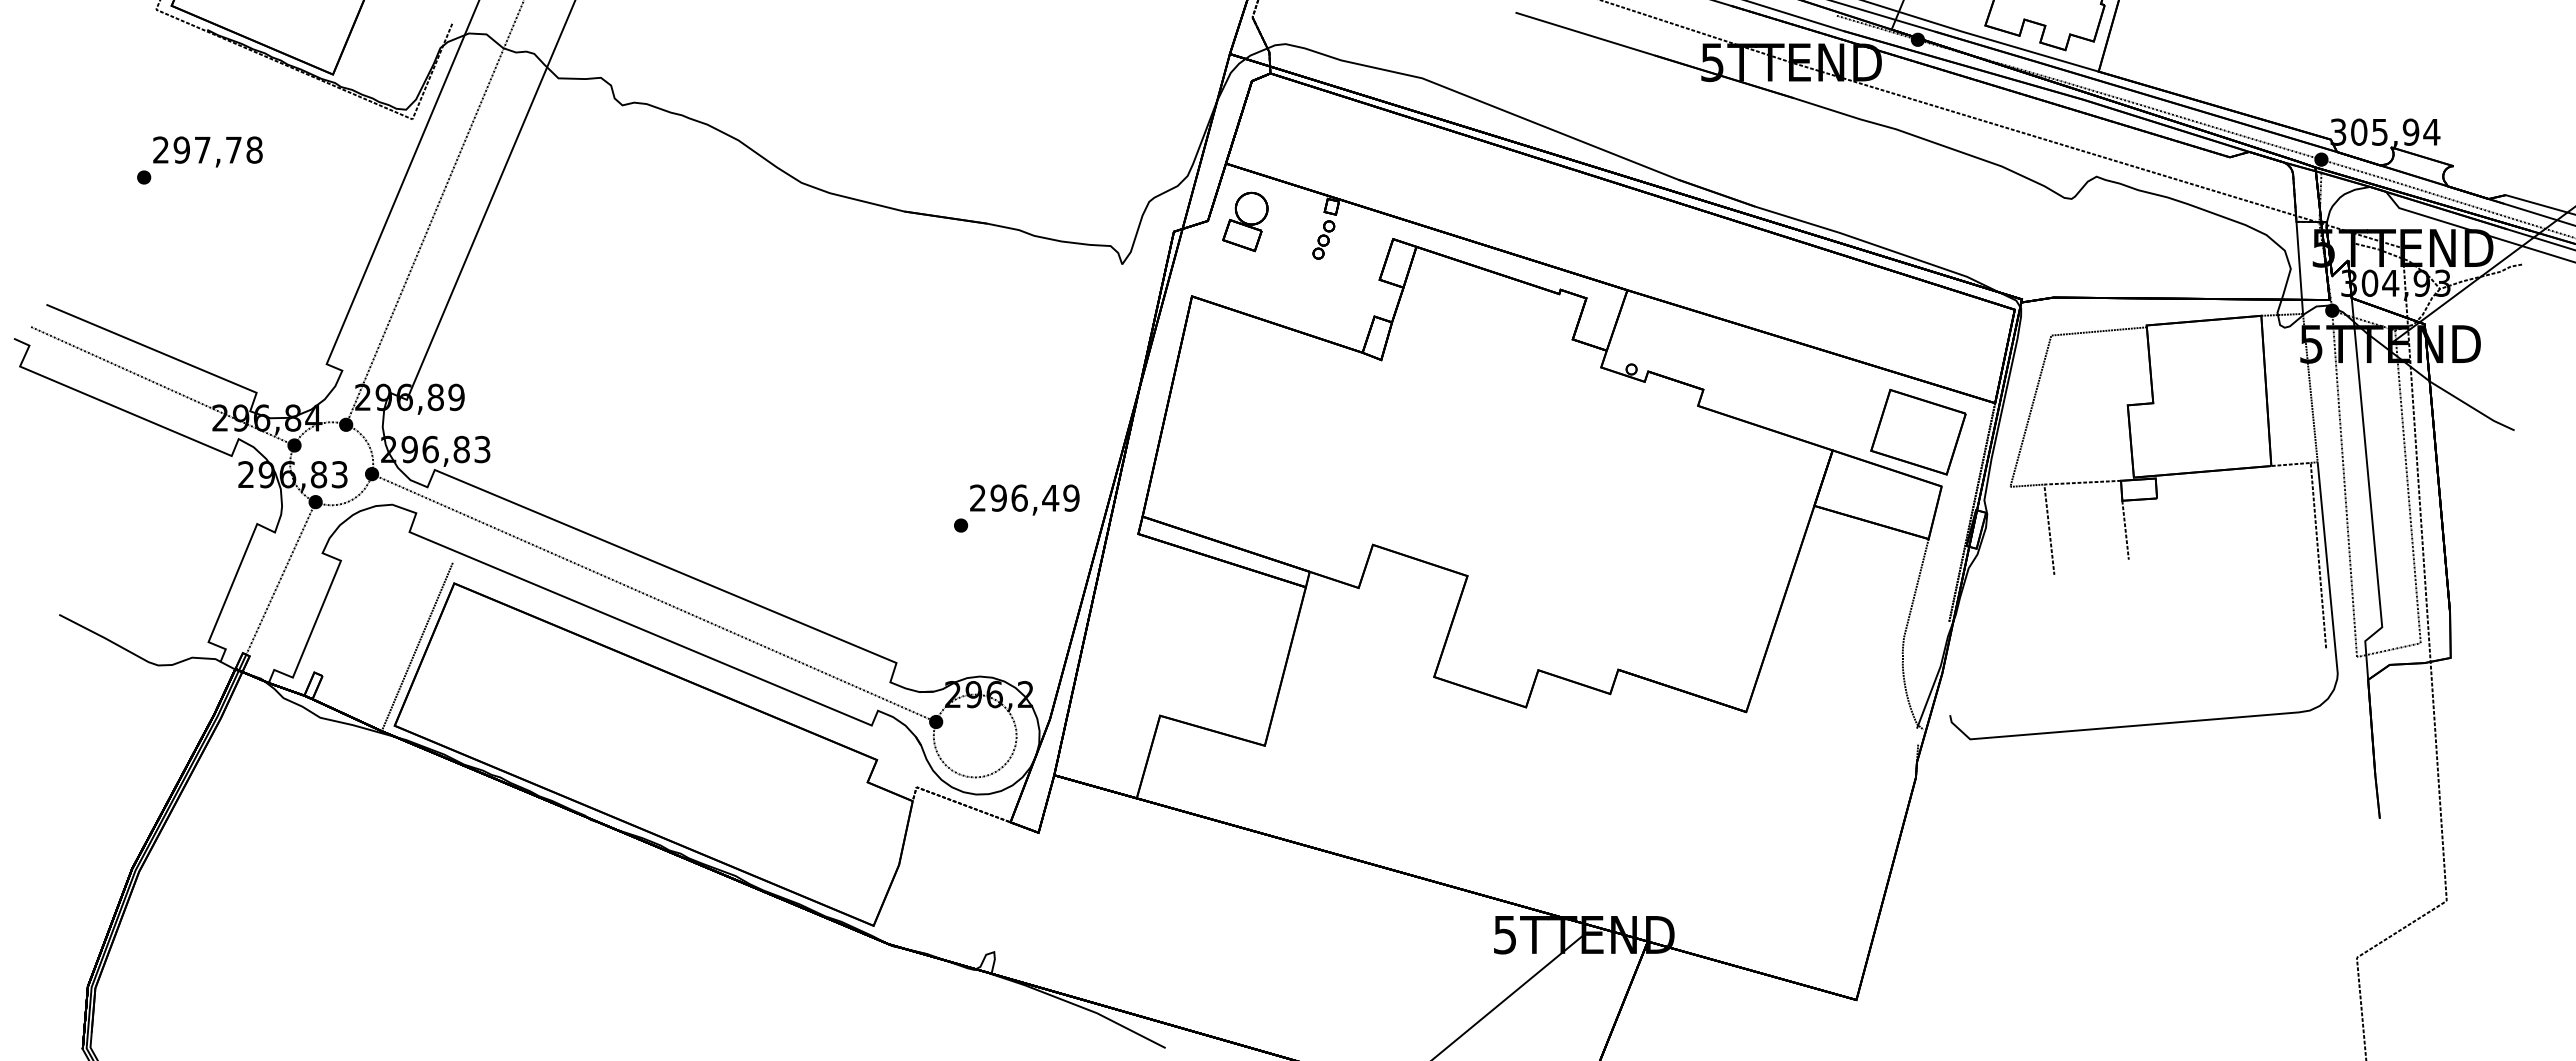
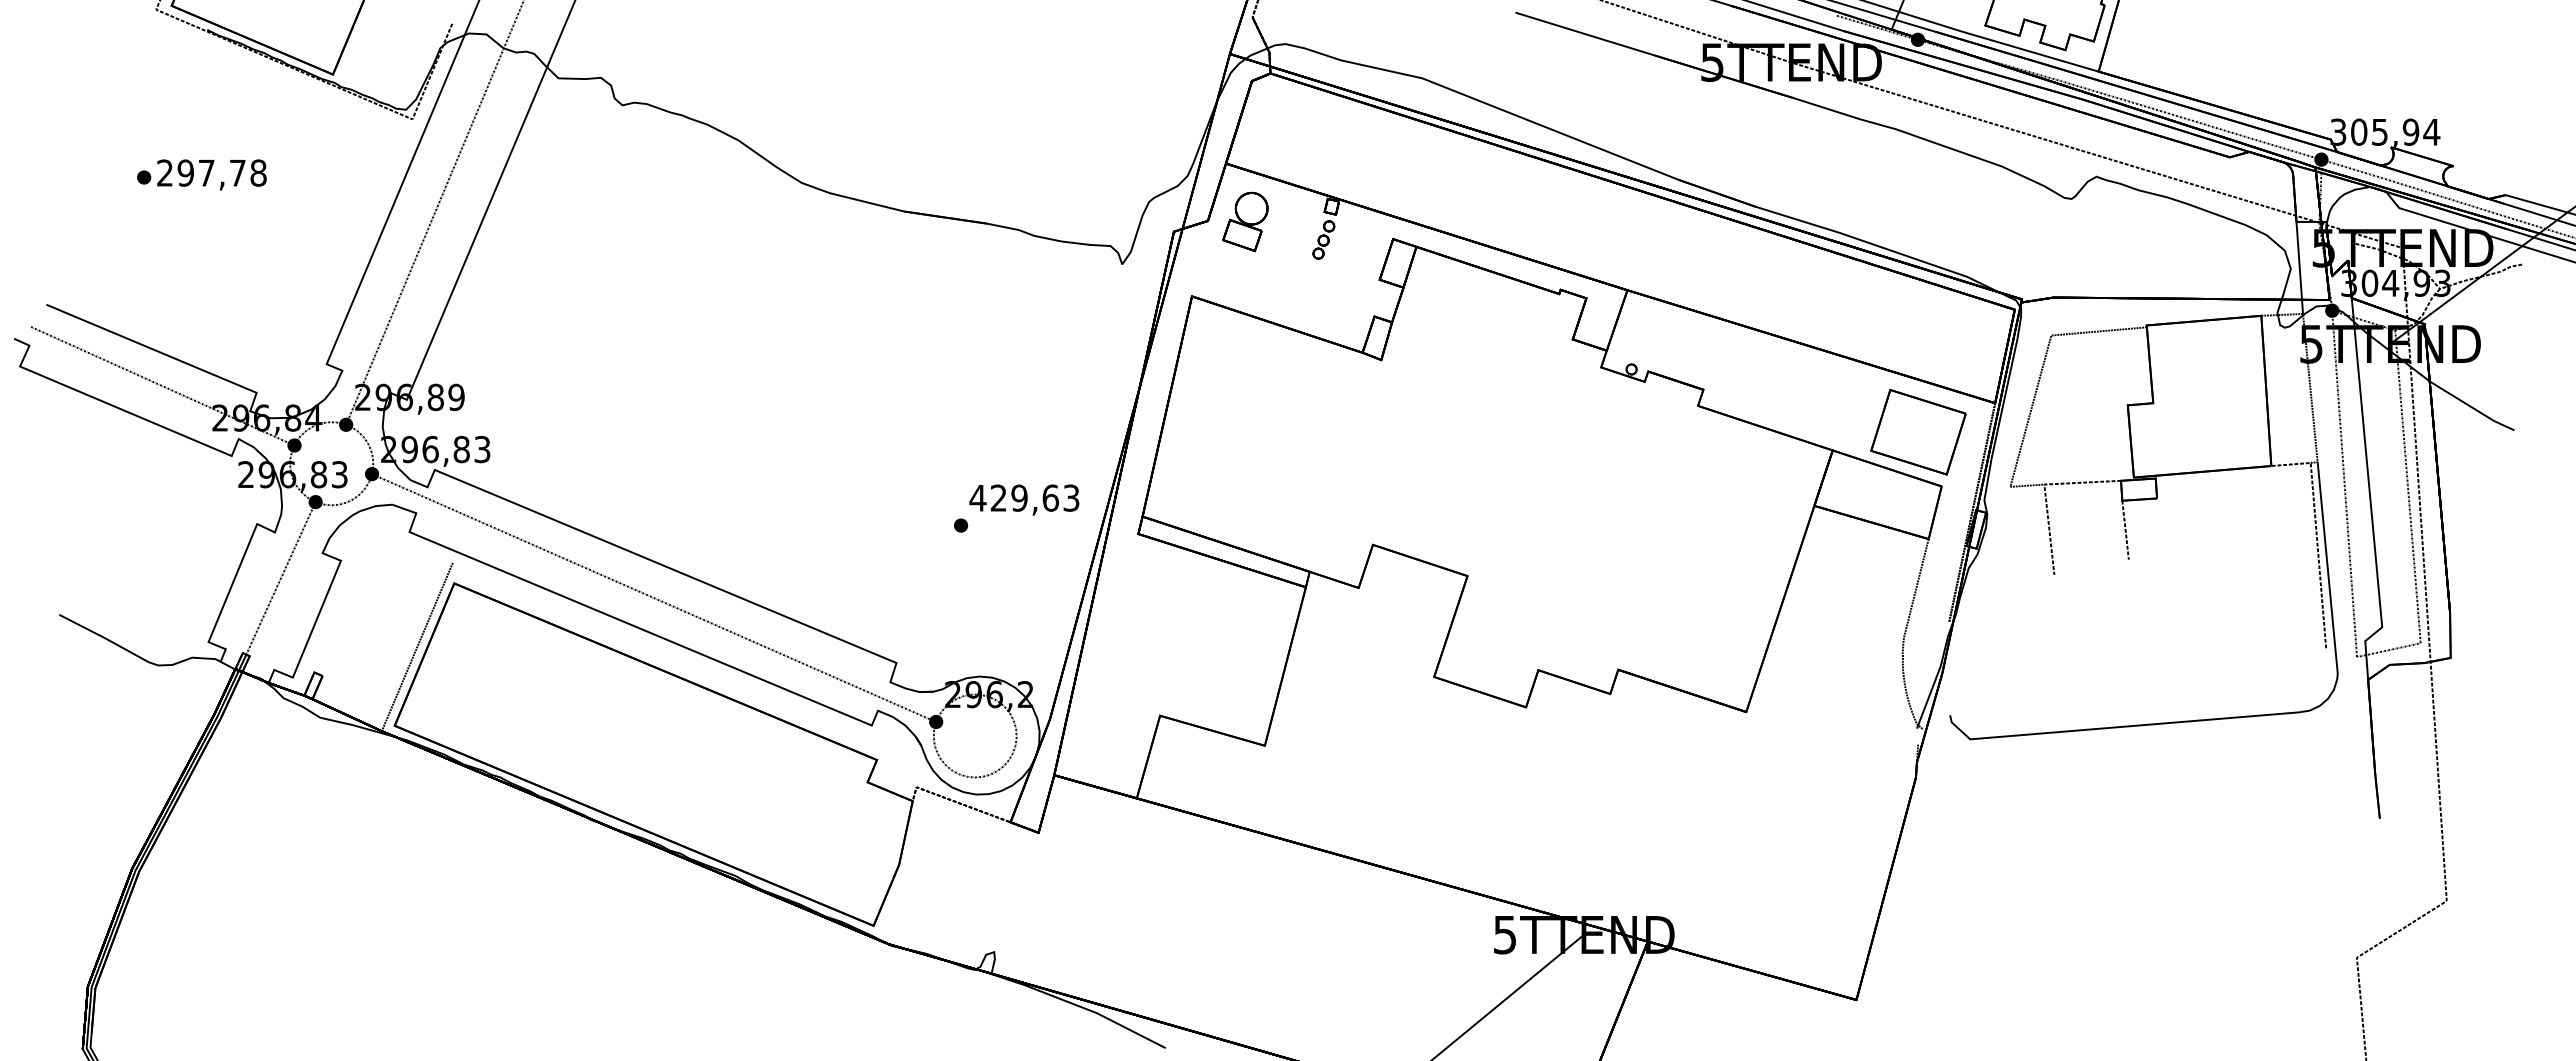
text at (207, 151) position: (207, 151) -> (211, 174)
text at (1024, 497): 296,49 -> 429,63
